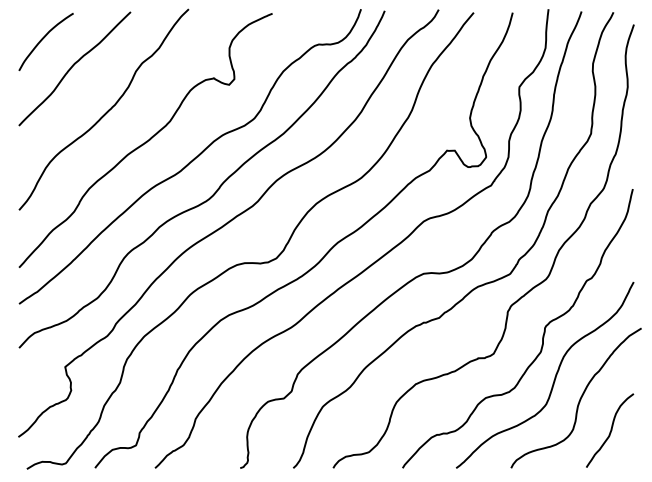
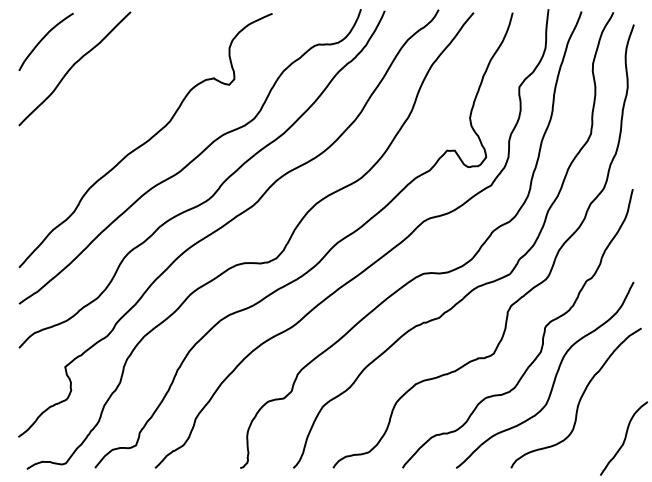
curve at (106, 111): present -> none
curve at (610, 430) position: (610, 430) -> (624, 438)
